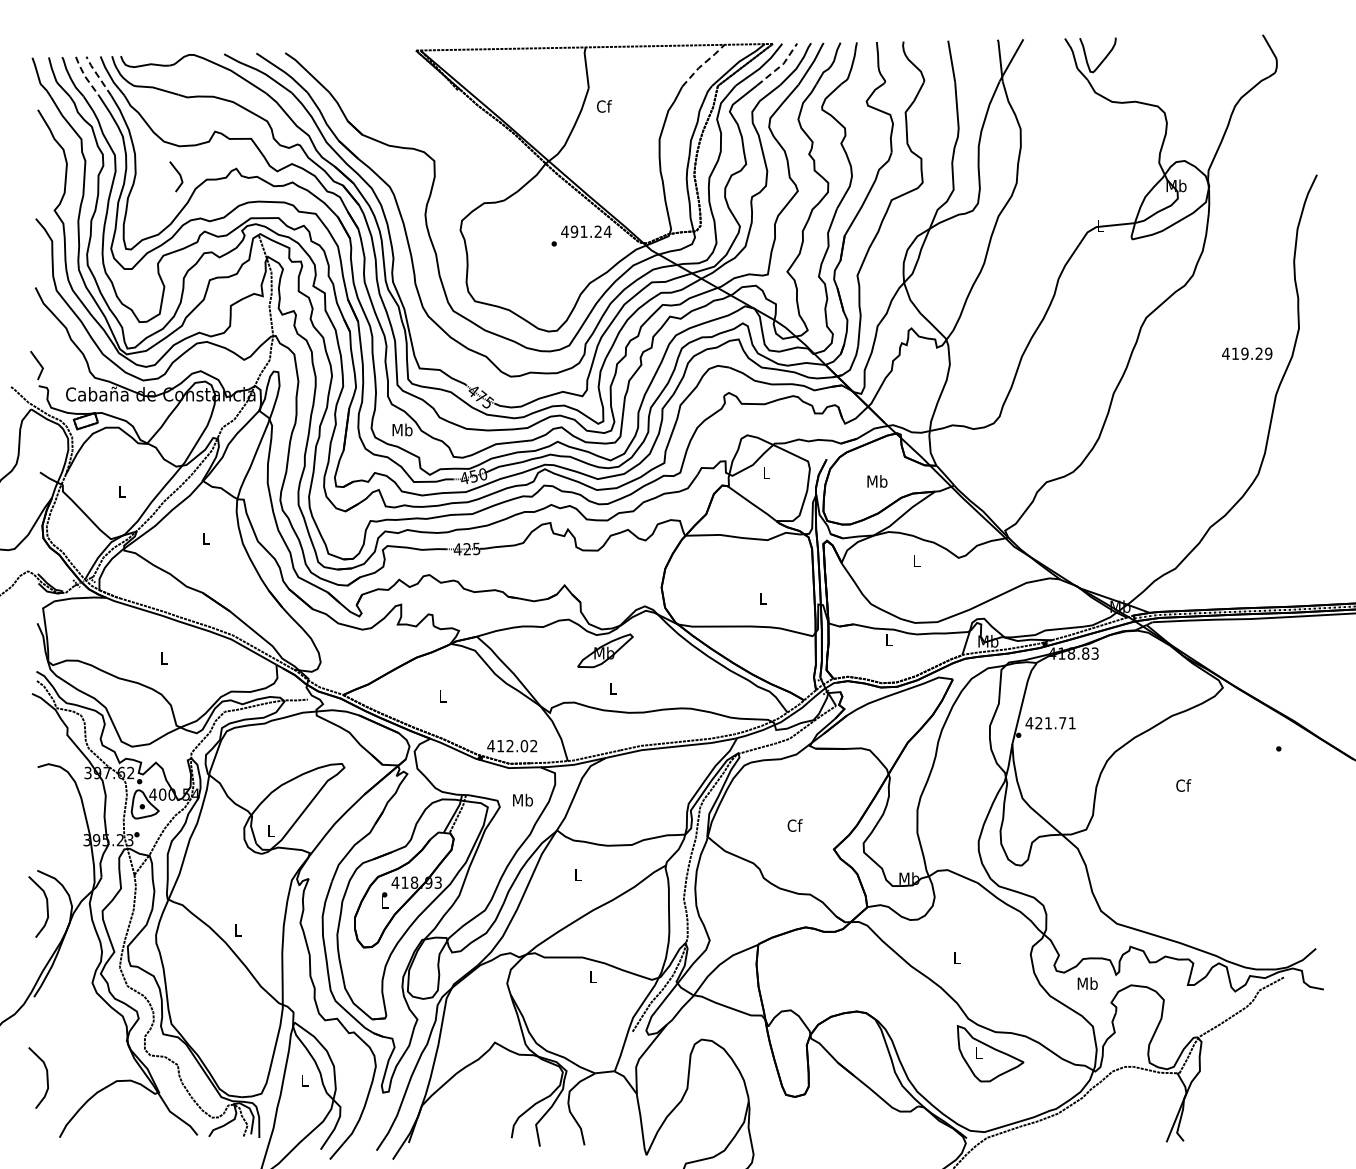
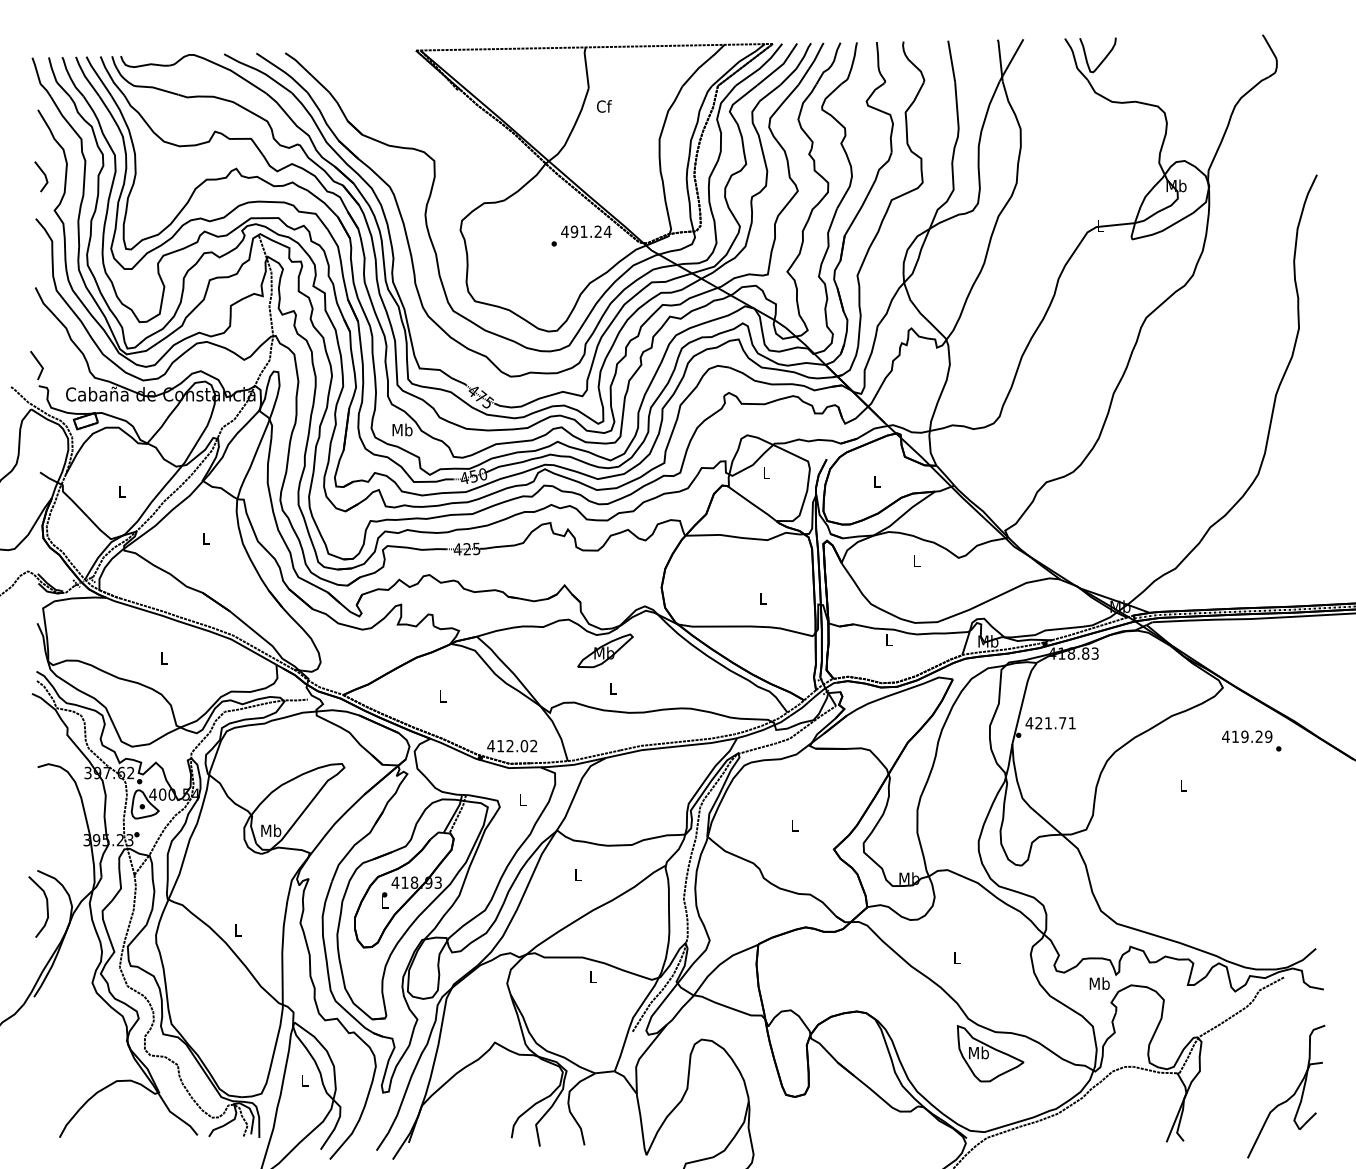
line at (703, 64): dashed -> solid
line at (780, 66): dashed -> solid
line at (98, 76): dashed -> solid
line at (85, 77): dashed -> solid
line at (178, 174) position: (178, 174) -> (43, 174)
text at (1247, 353) position: (1247, 353) -> (1247, 736)
text at (877, 481): Mb -> L
text at (1183, 785): Cf -> L
text at (522, 799): Mb -> L
text at (794, 825): Cf -> L
text at (271, 830): L -> Mb
text at (1087, 983) position: (1087, 983) -> (1099, 983)
text at (978, 1052): L -> Mb
curve at (46, 1077): present -> none
part at (1291, 1095): none -> present
